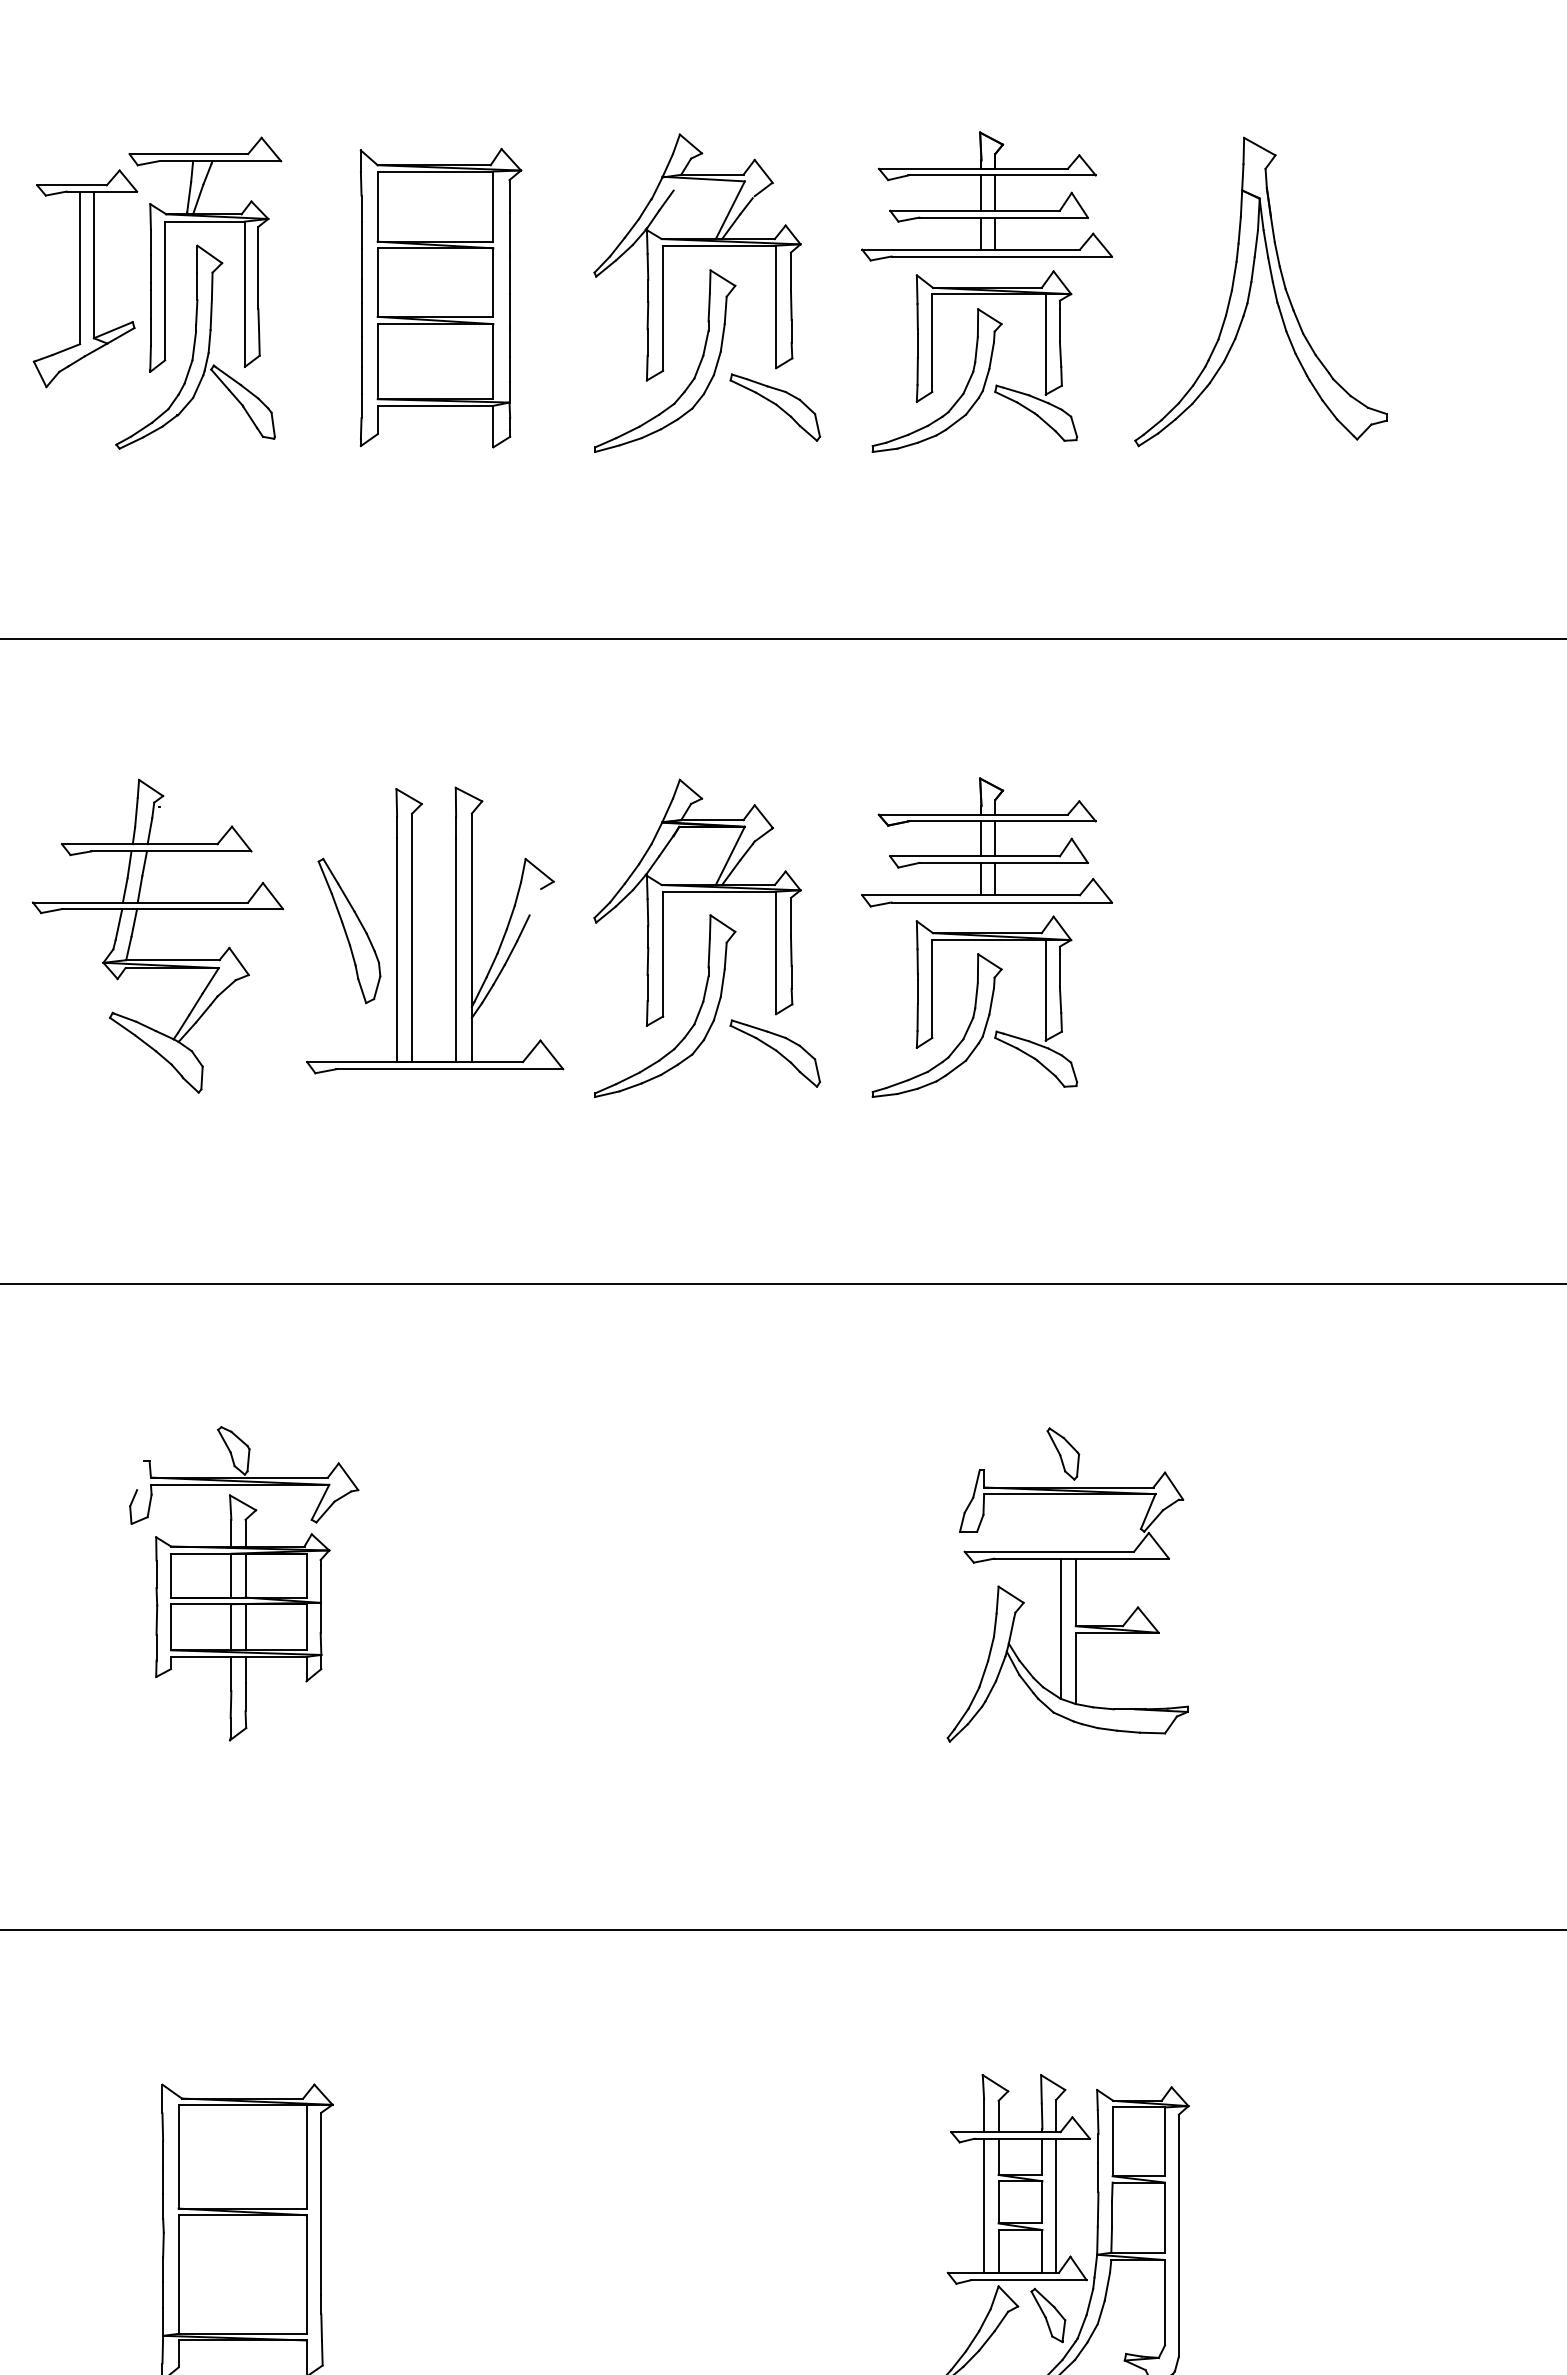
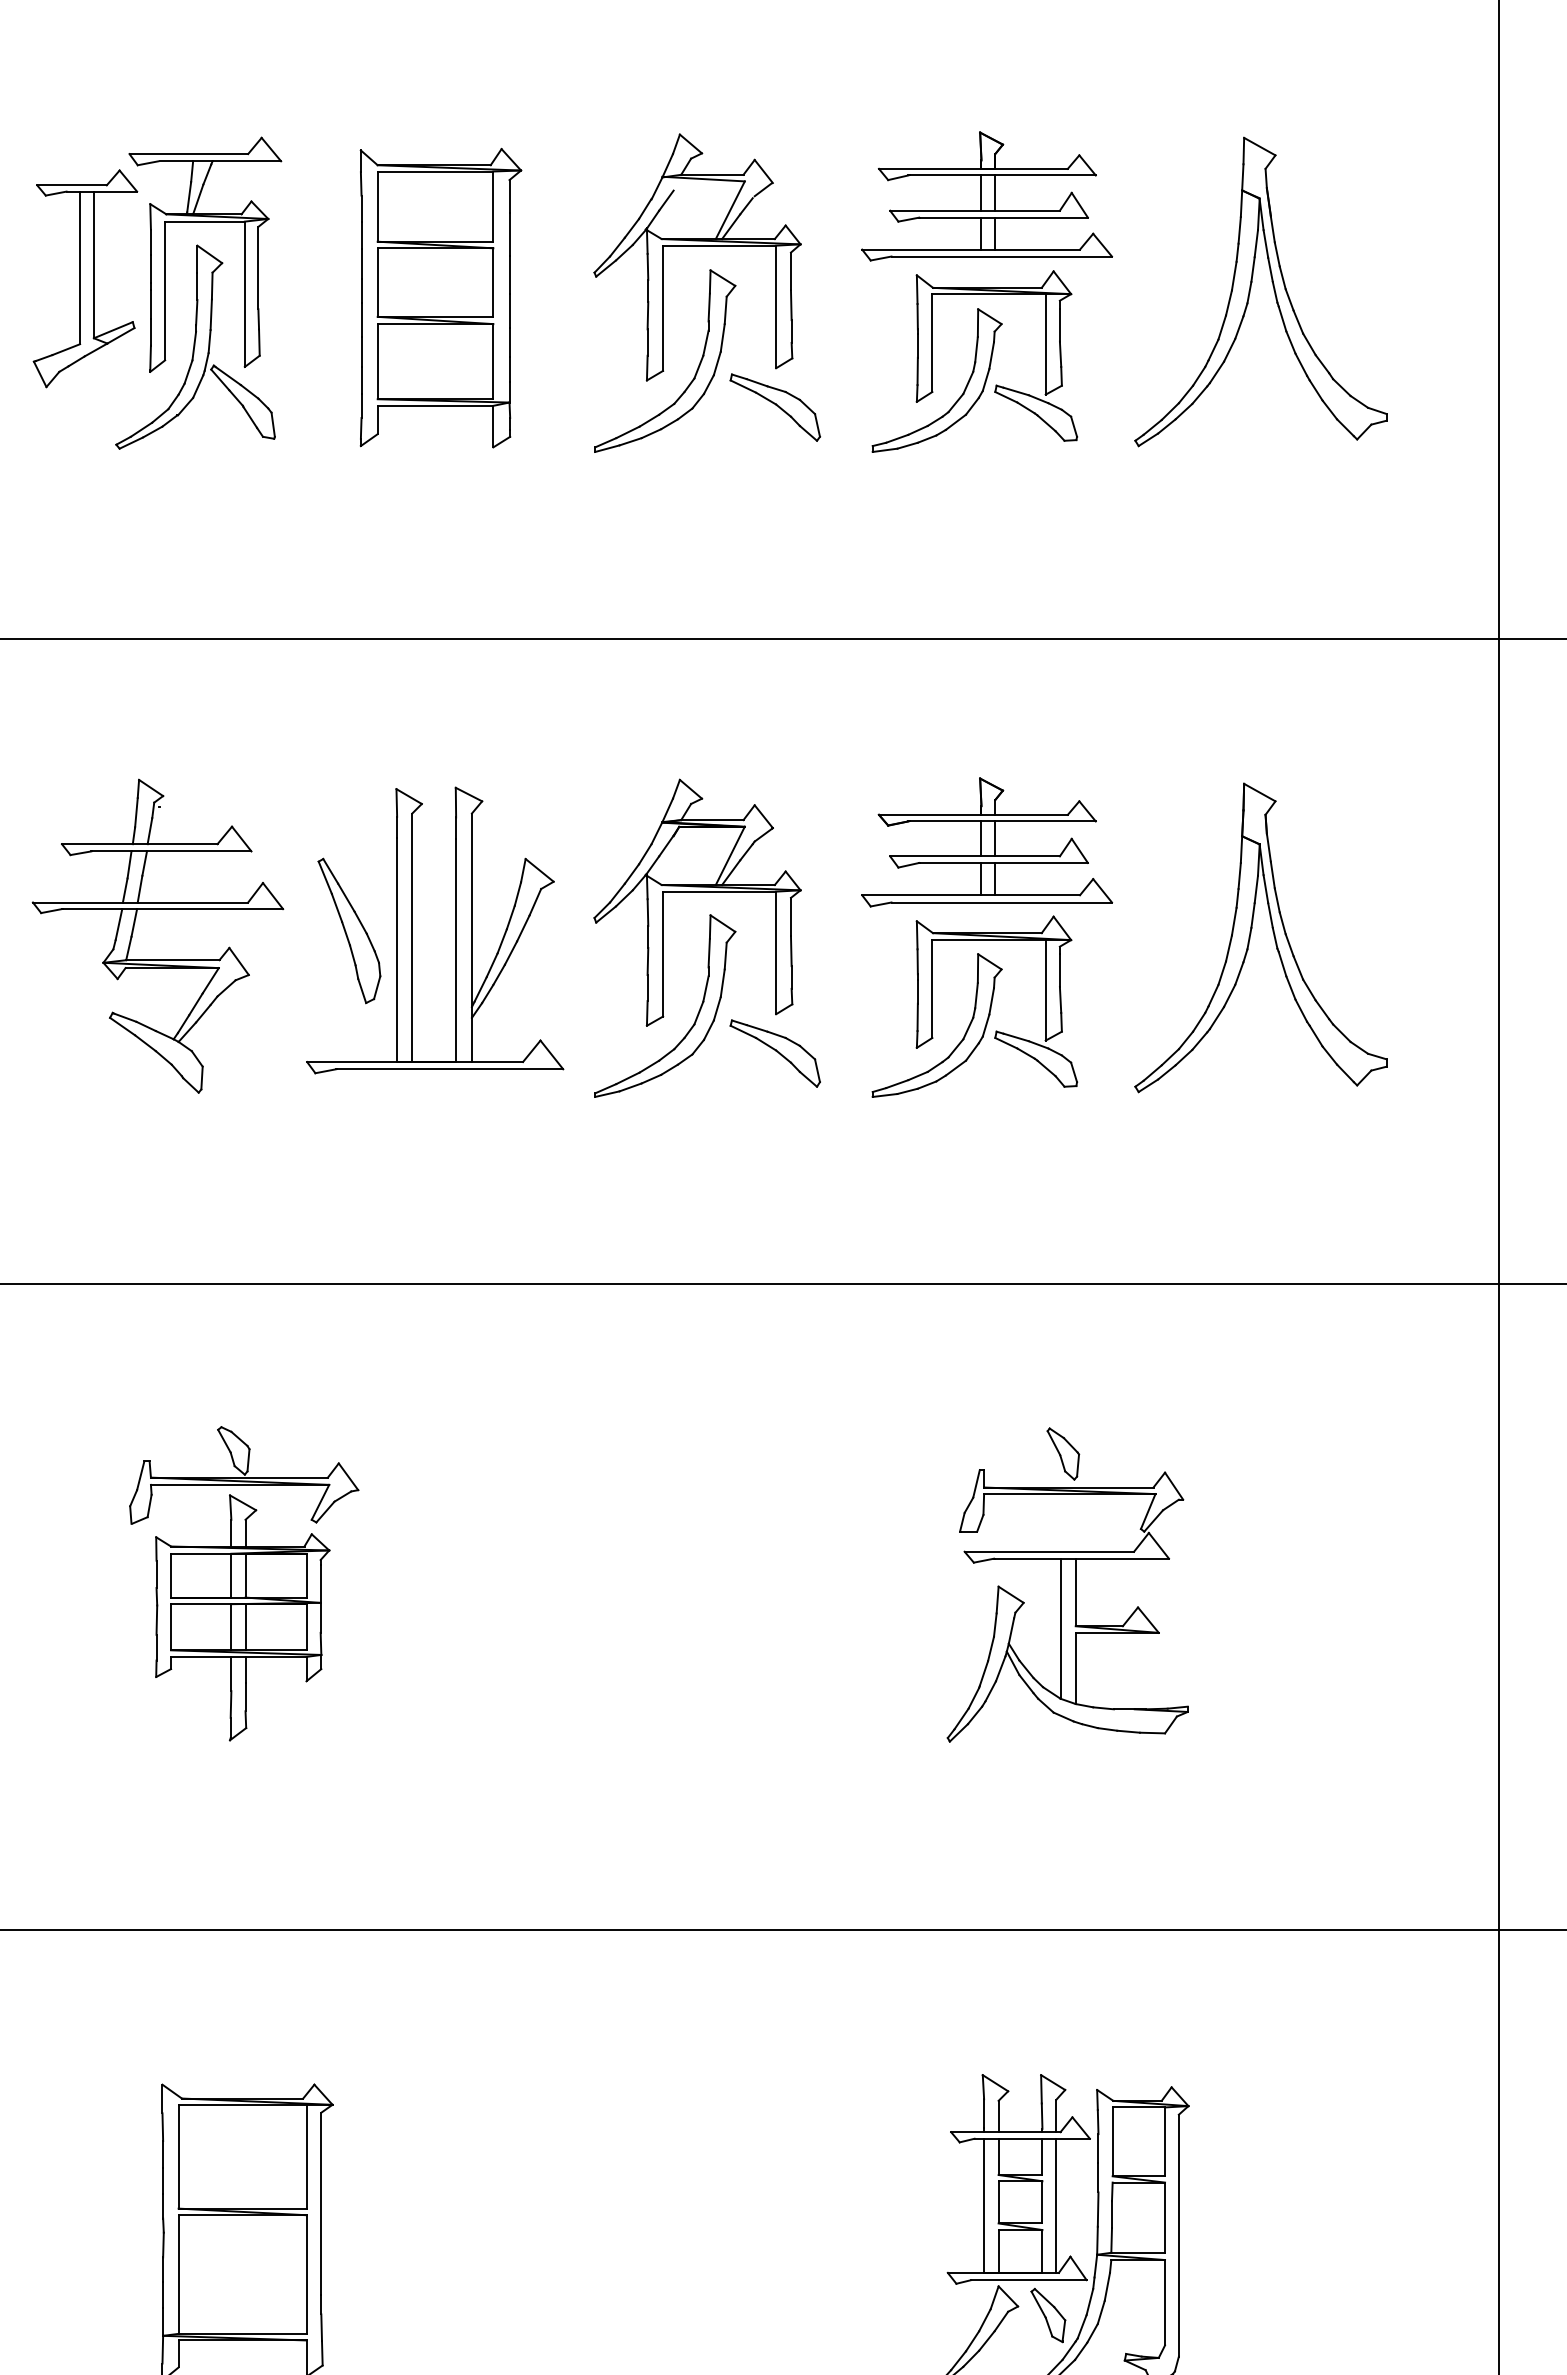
line at (535, 902): none -> present
part at (1251, 934): none -> present
line at (1498, 1186): none -> present
line at (140, 1475): none -> present
